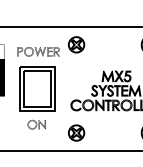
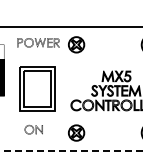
part at (38, 51) position: (38, 51) -> (38, 42)
part at (36, 124) position: (36, 124) -> (33, 129)
line at (71, 150): solid -> dashed
